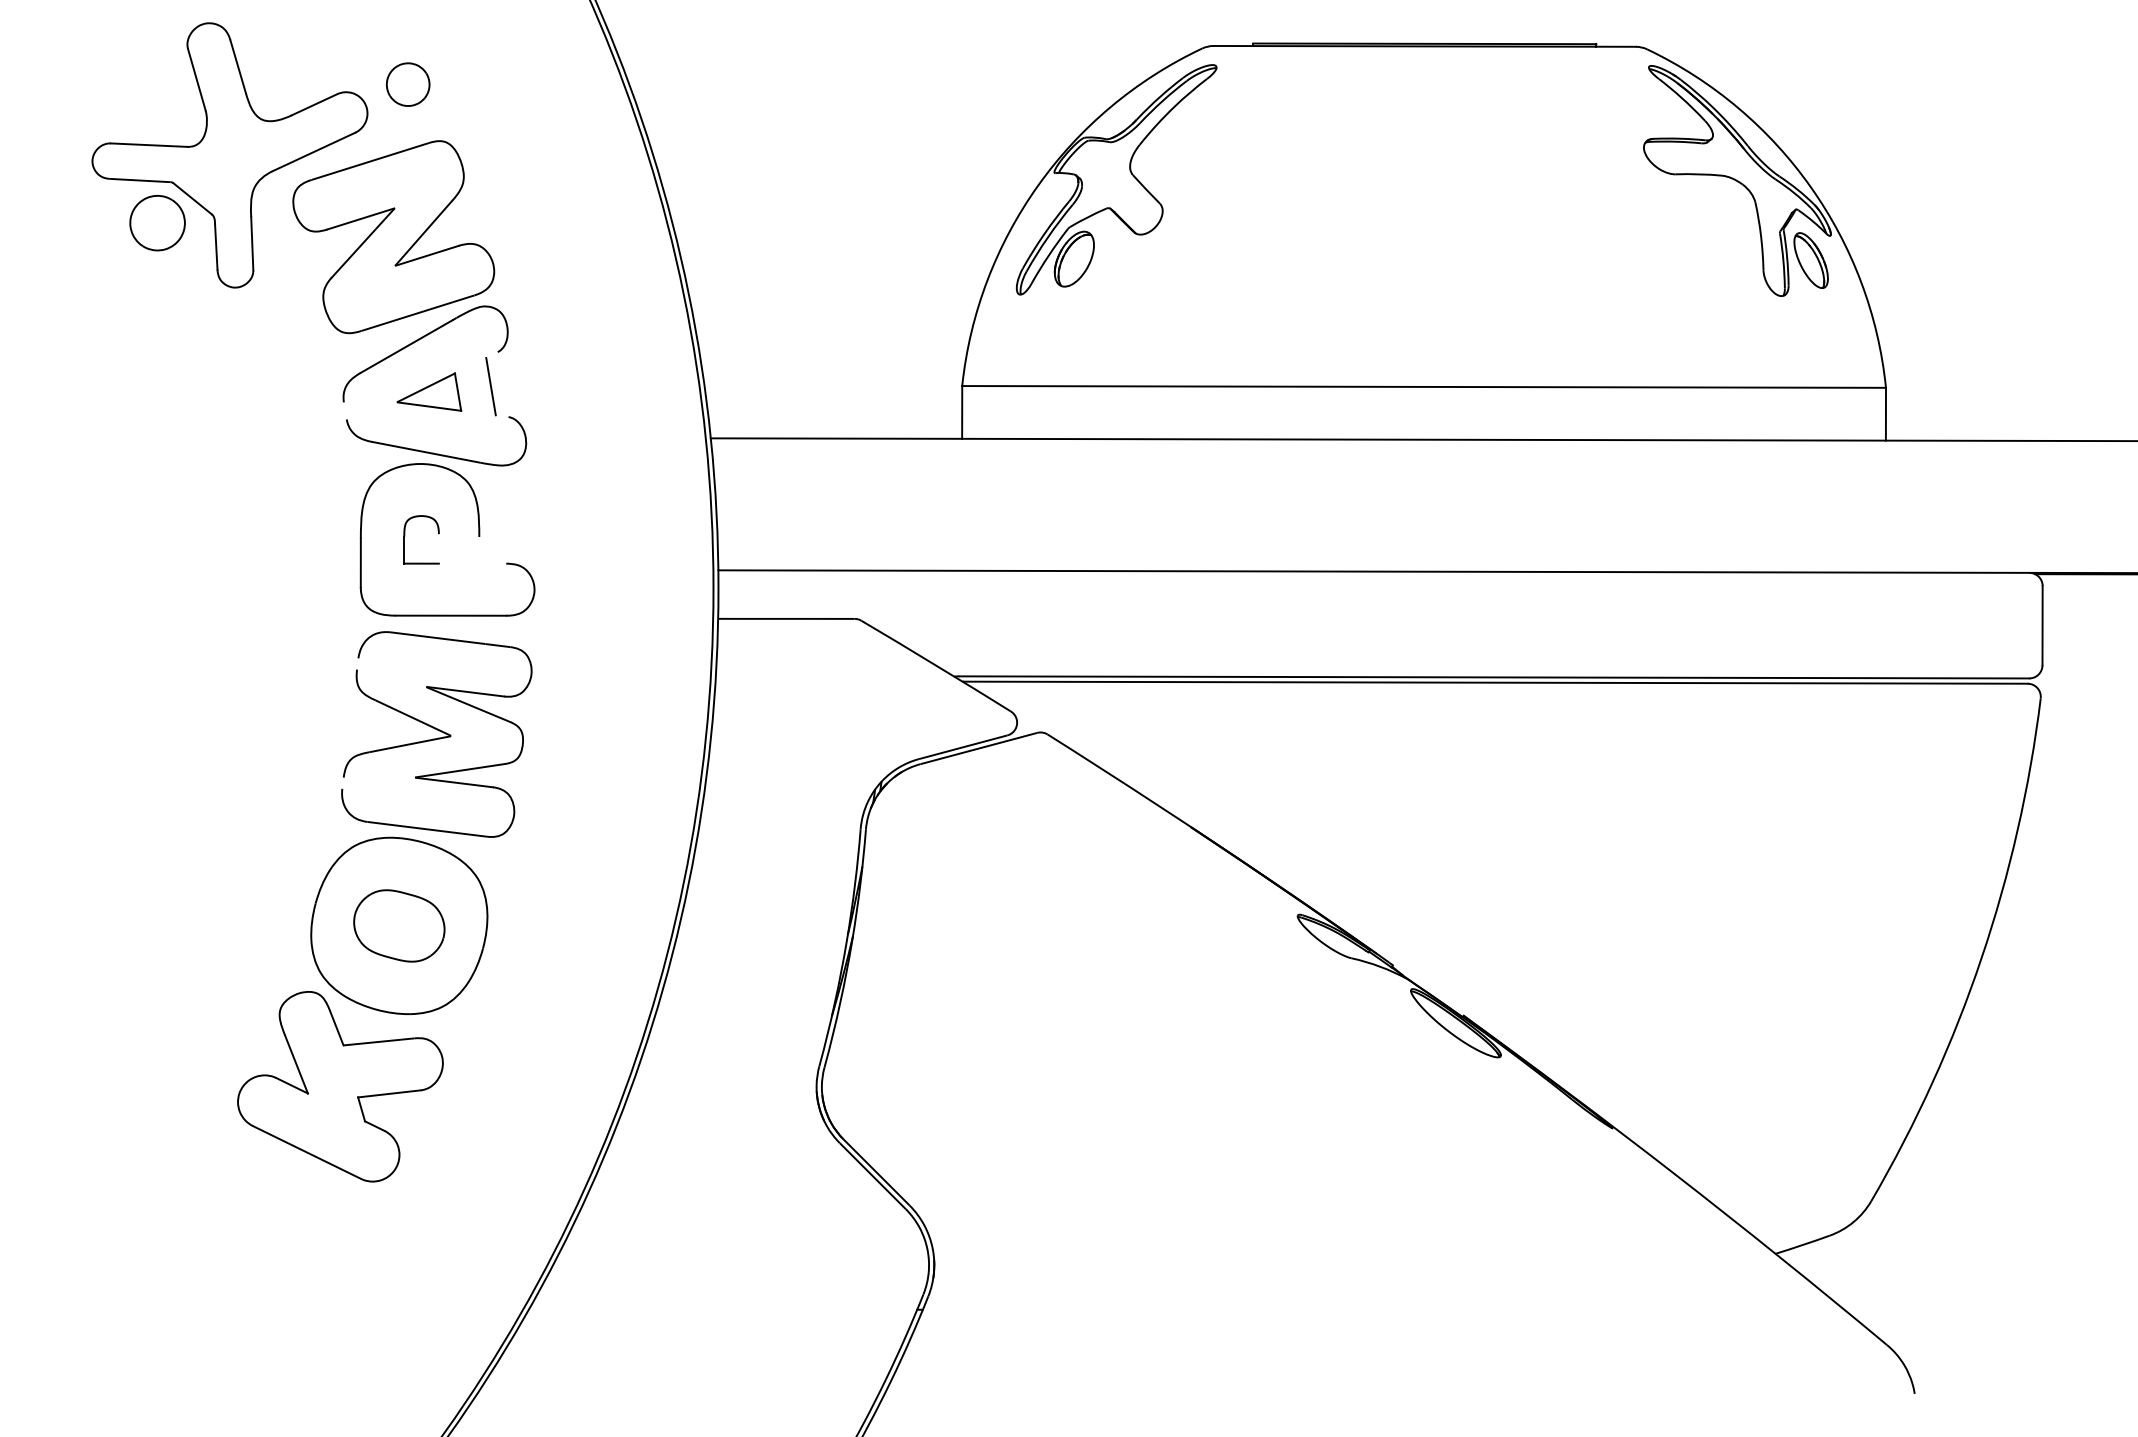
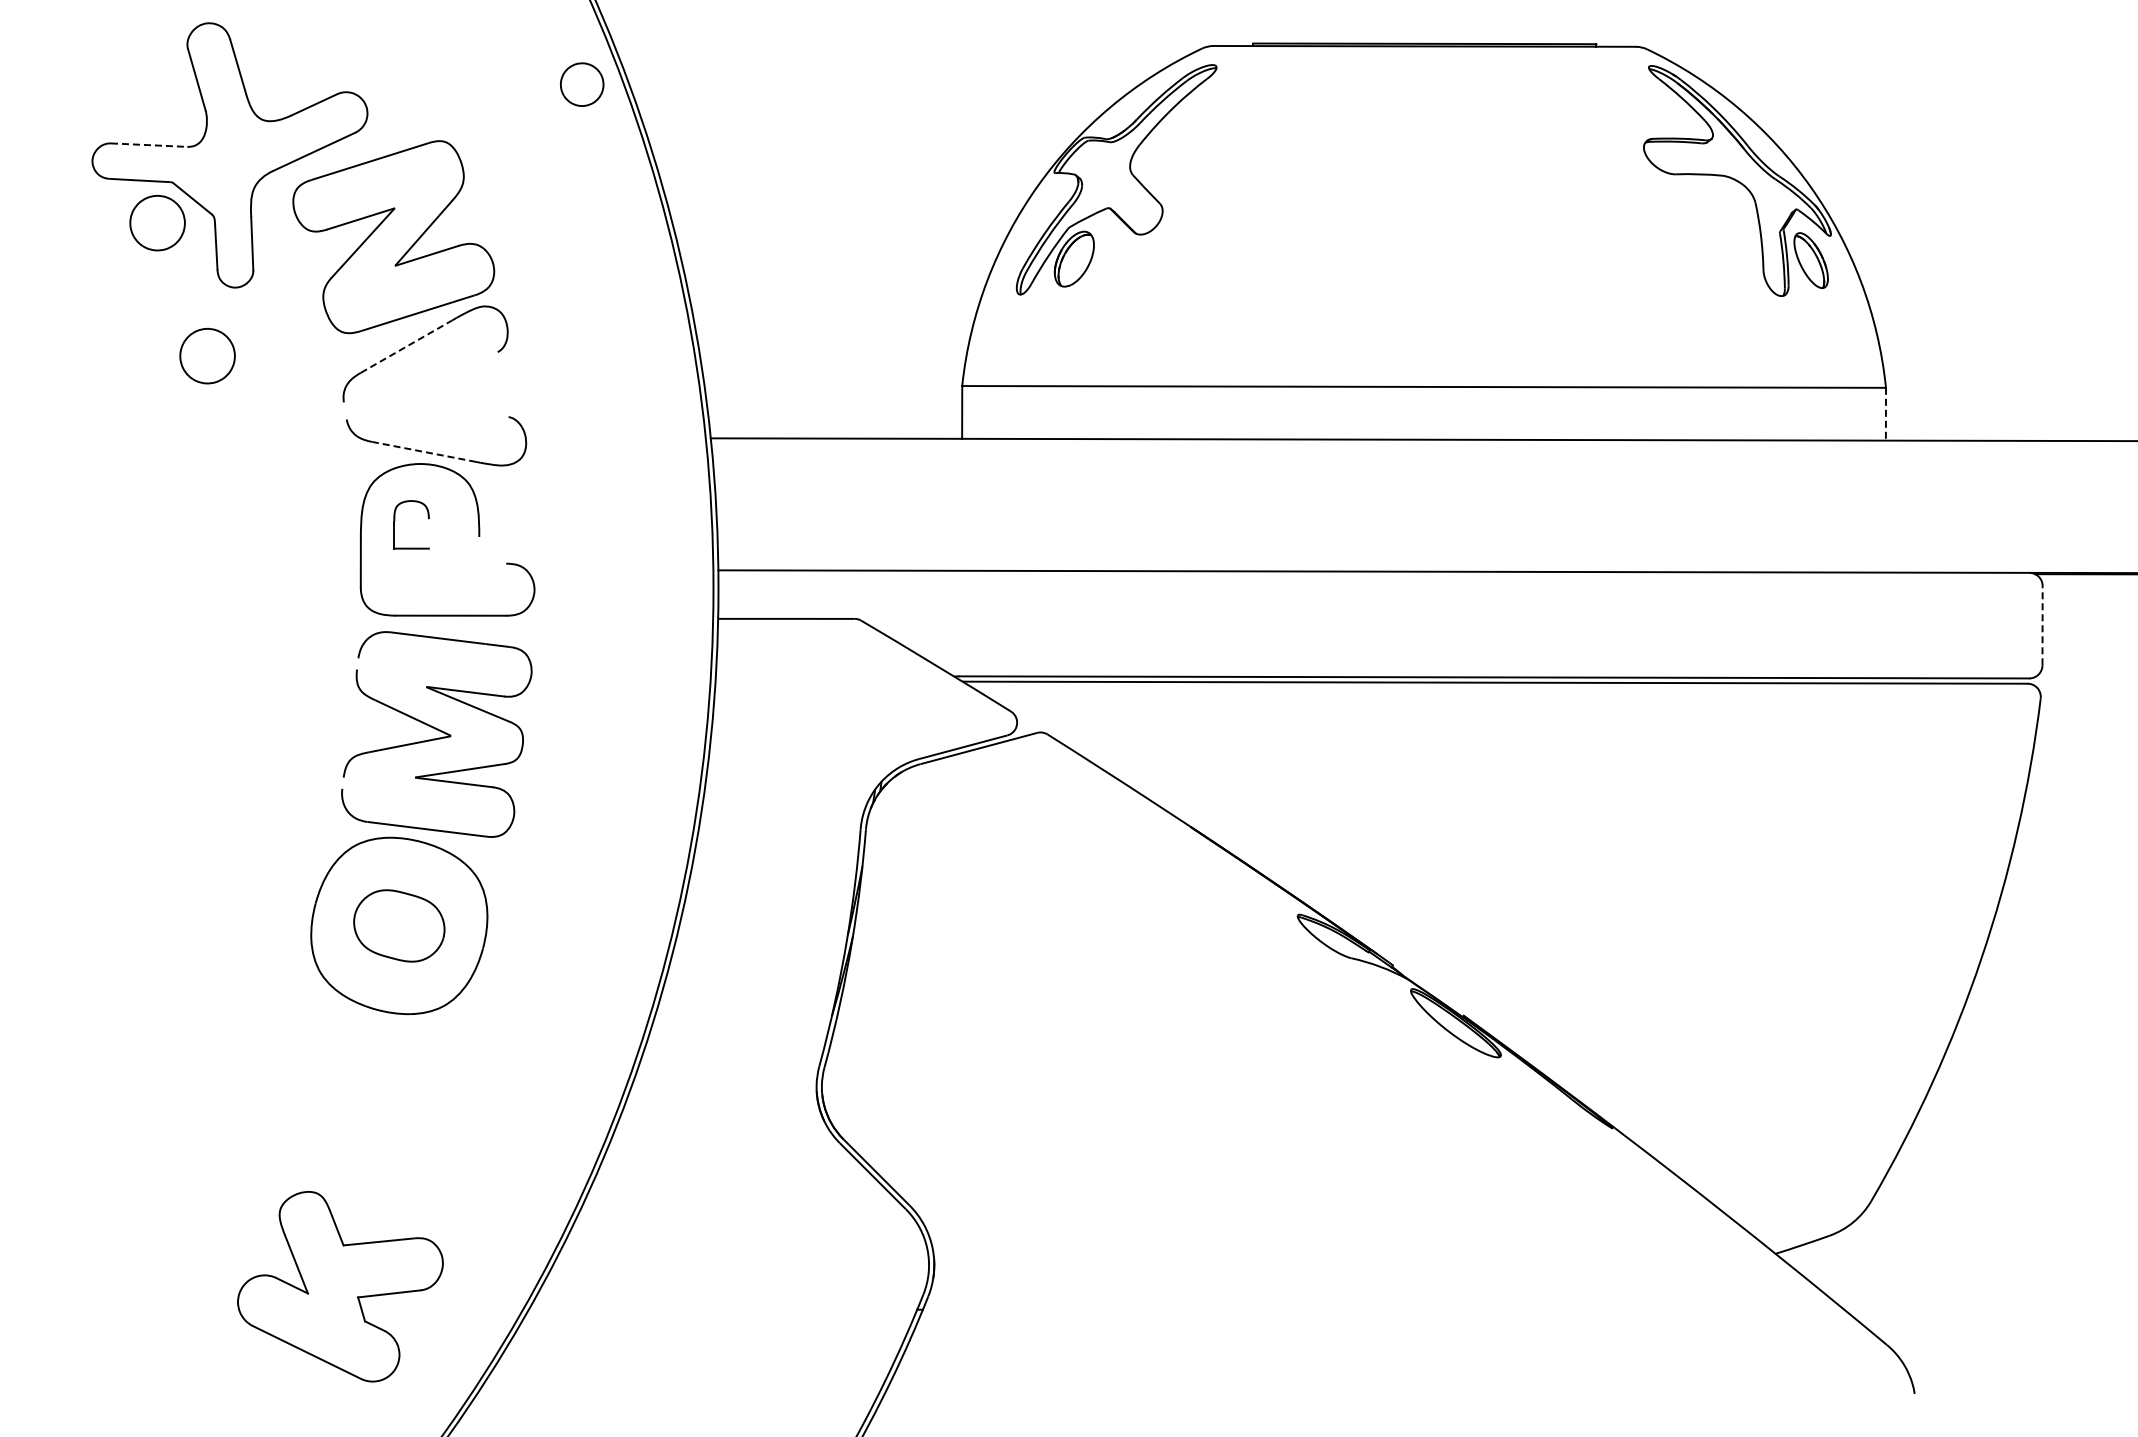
part at (408, 84) position: (408, 84) -> (582, 84)
line at (149, 145): solid -> dashed
line at (406, 346): solid -> dashed
part at (207, 355): none -> present
line at (490, 386): present -> none
part at (429, 391): present -> none
line at (1885, 414): solid -> dashed
line at (424, 451): solid -> dashed
part at (405, 536) position: (405, 536) -> (395, 521)
line at (2042, 625): solid -> dashed
part at (340, 1086) position: (340, 1086) -> (340, 1286)
